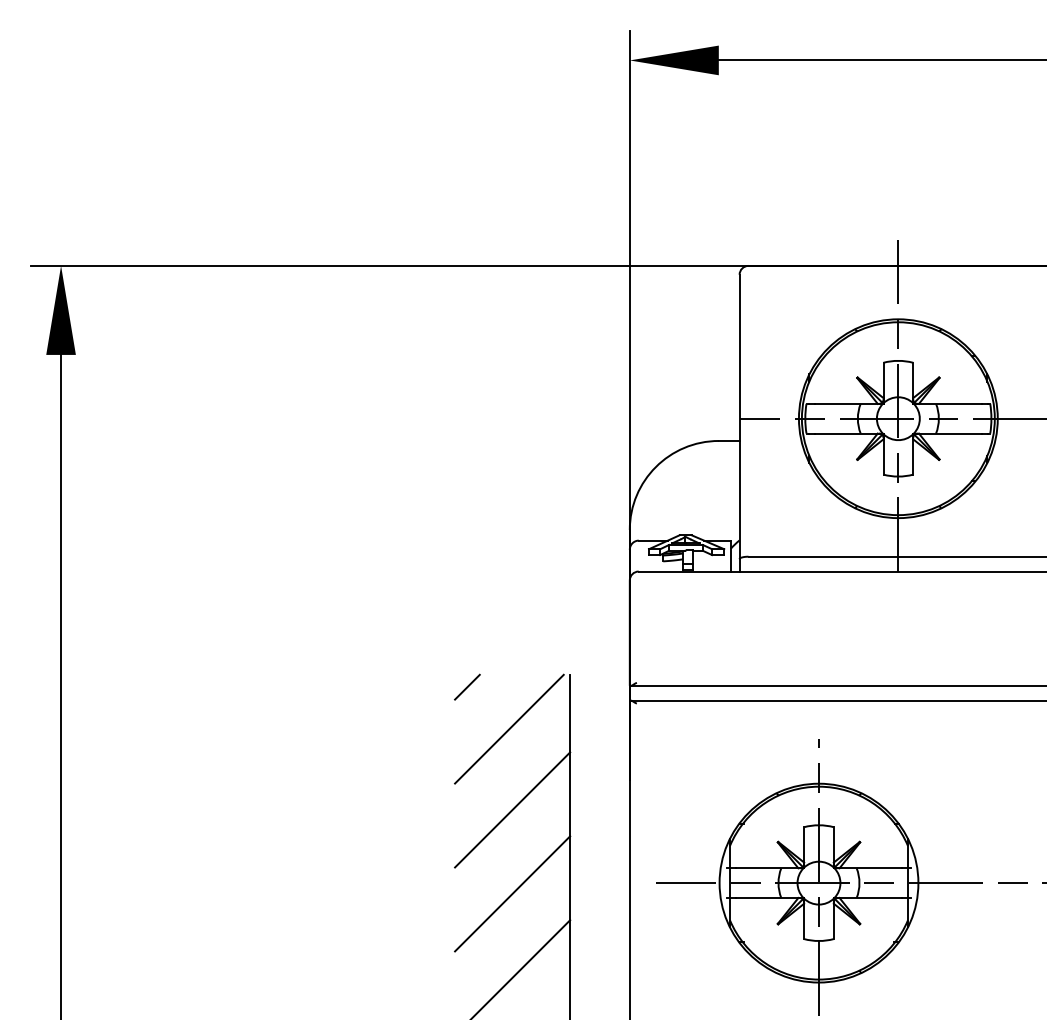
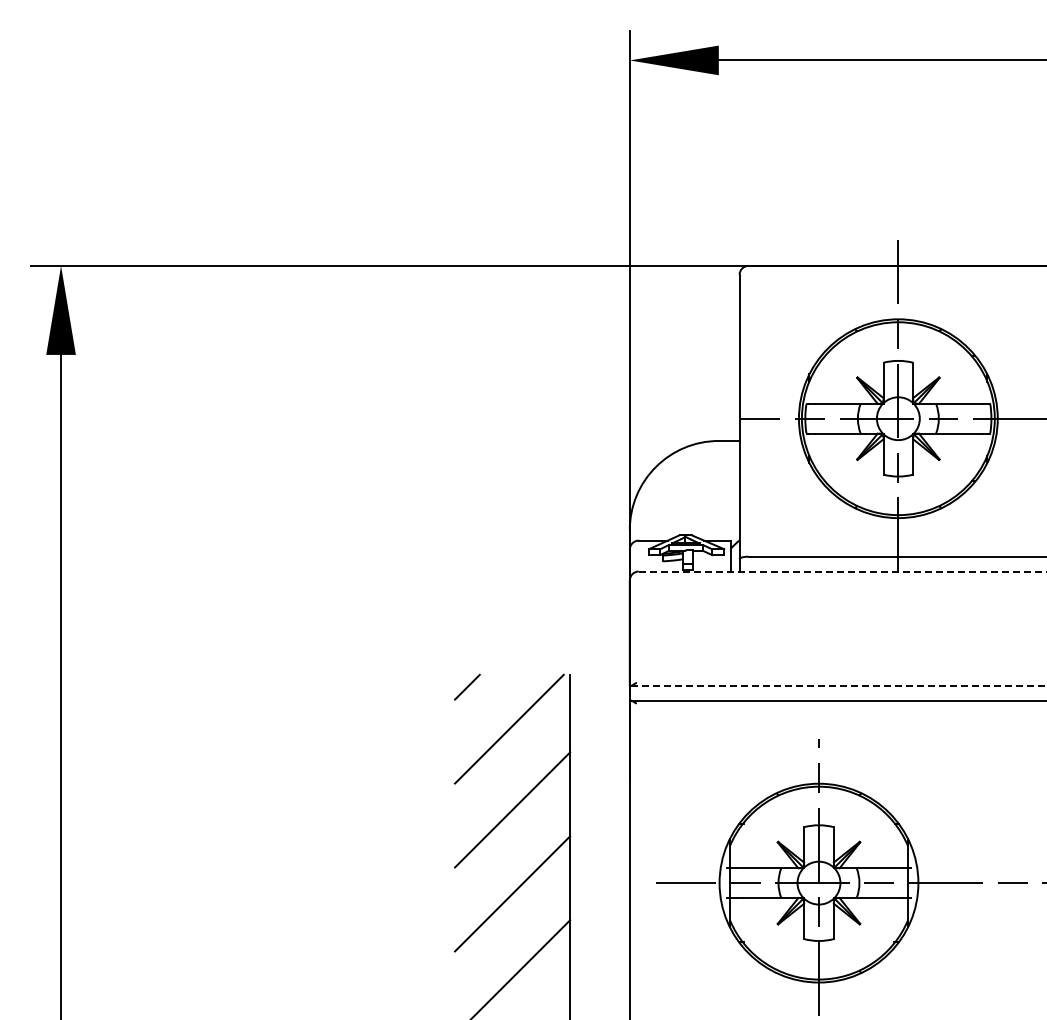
line at (842, 571): solid -> dashed
line at (839, 685): solid -> dashed
